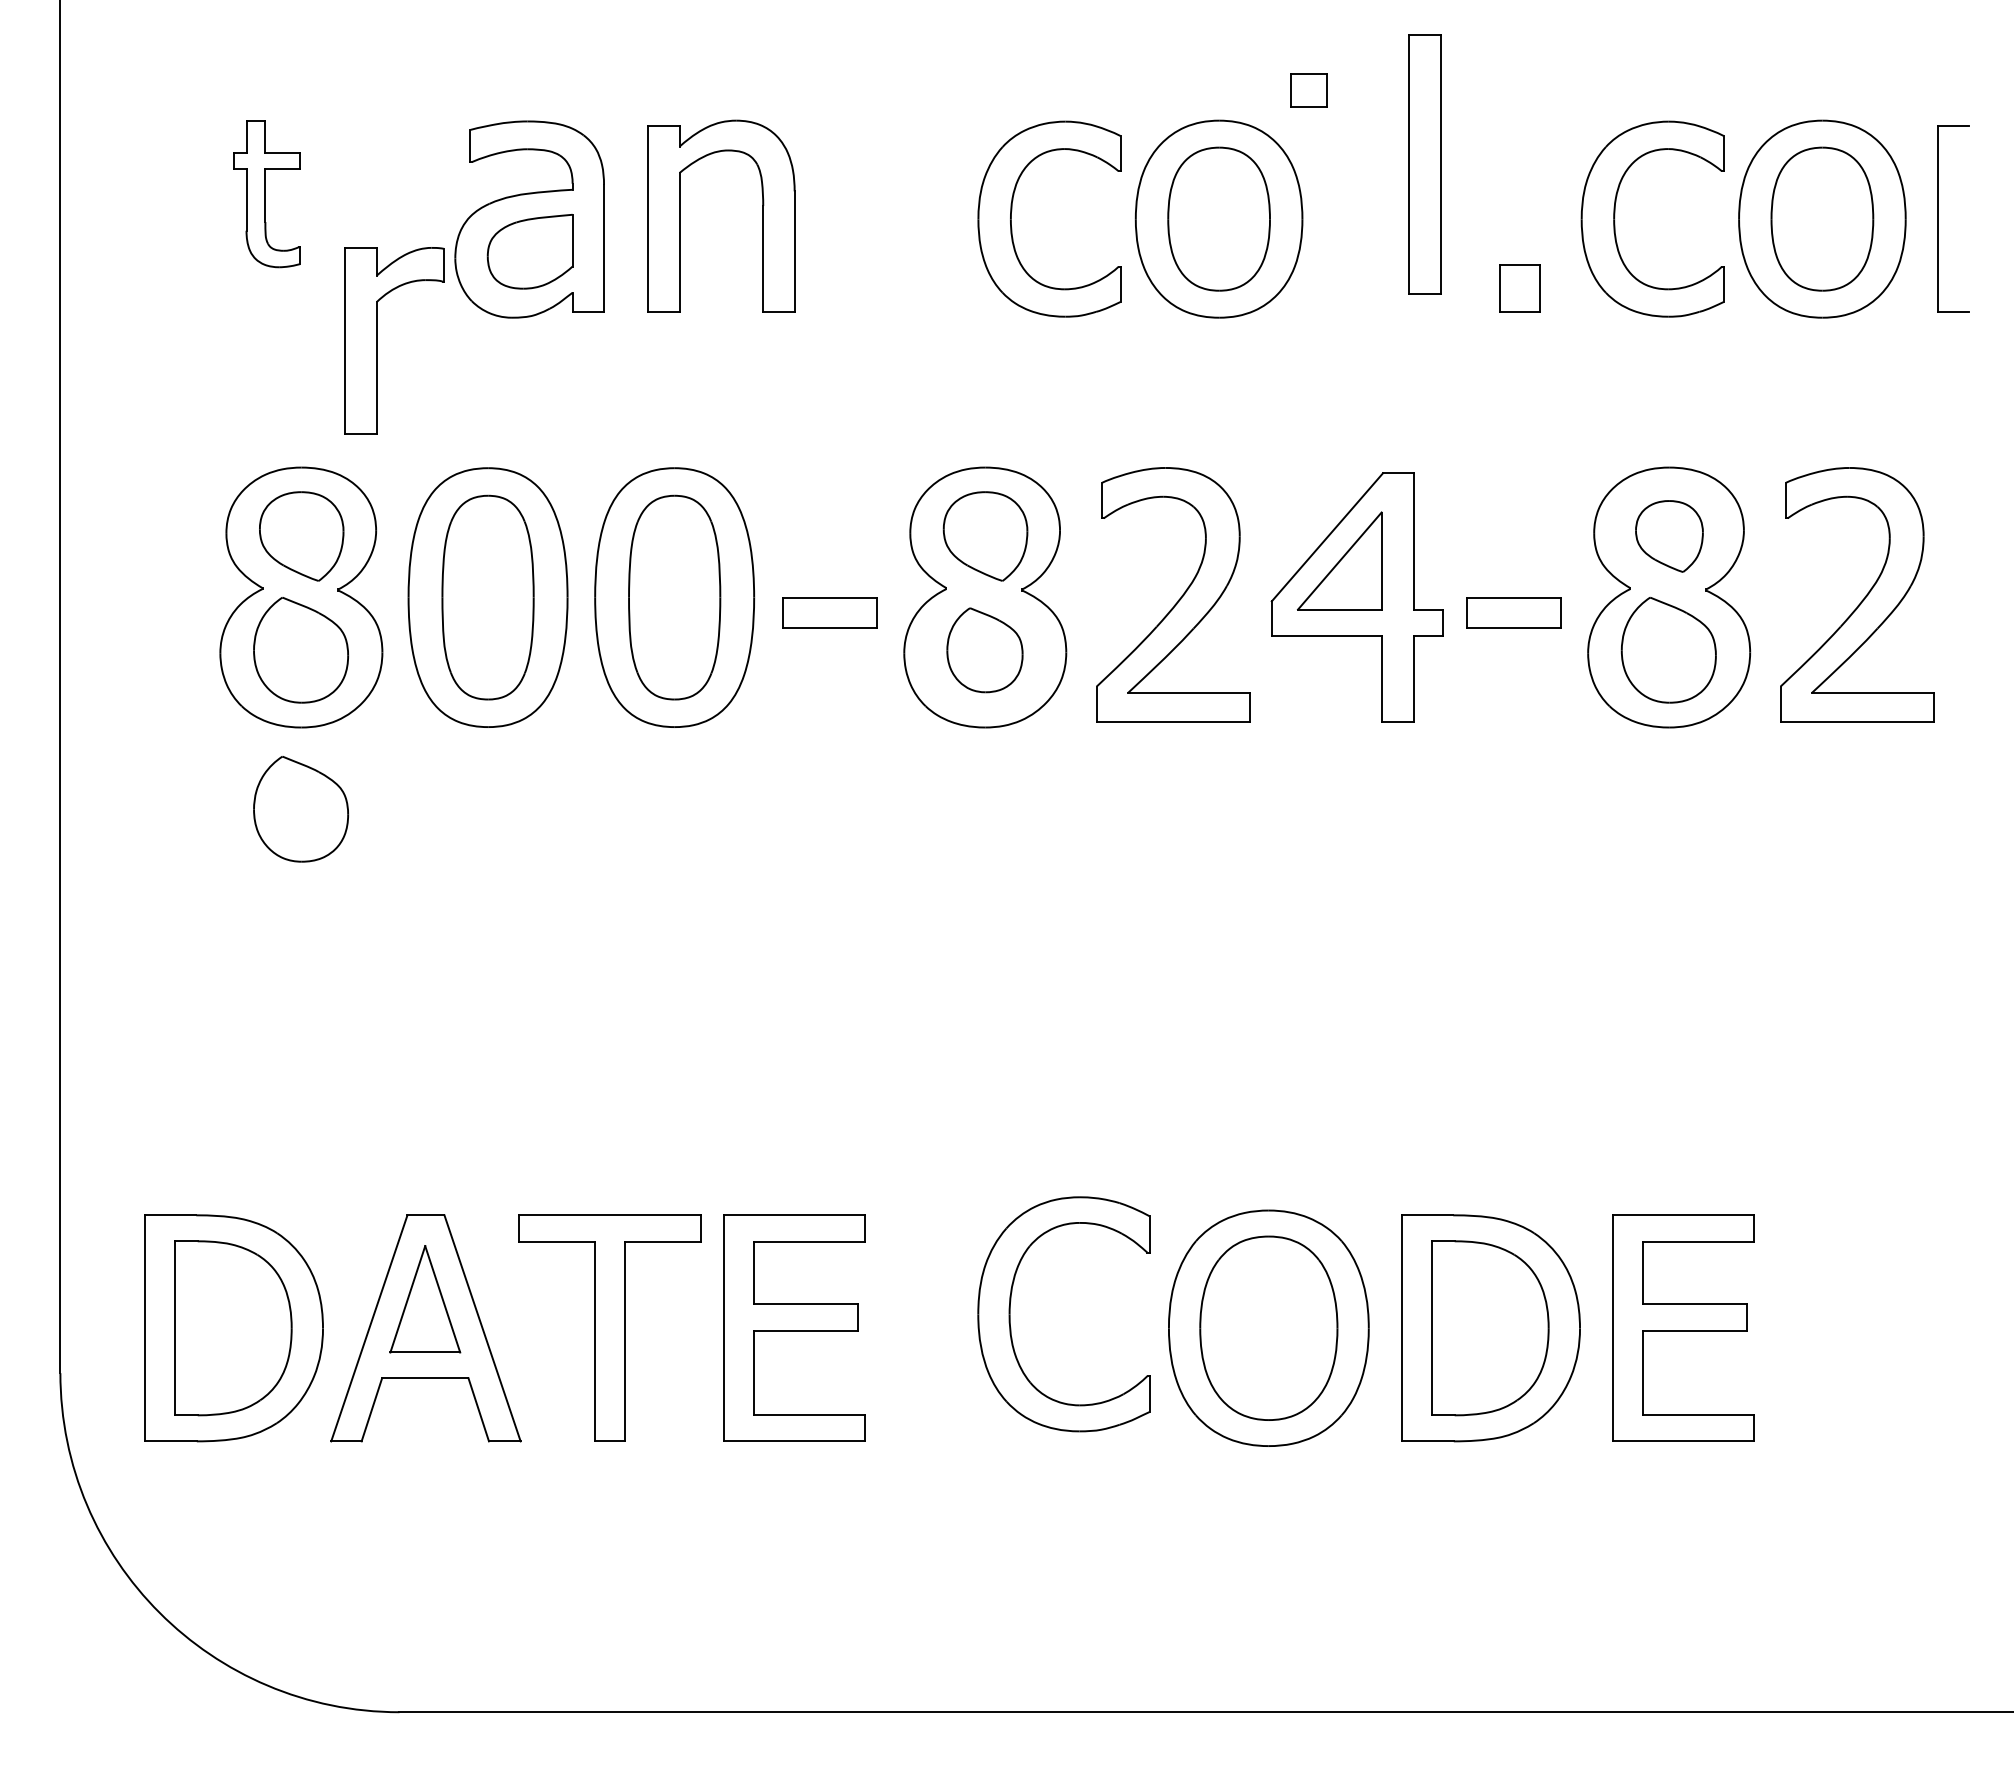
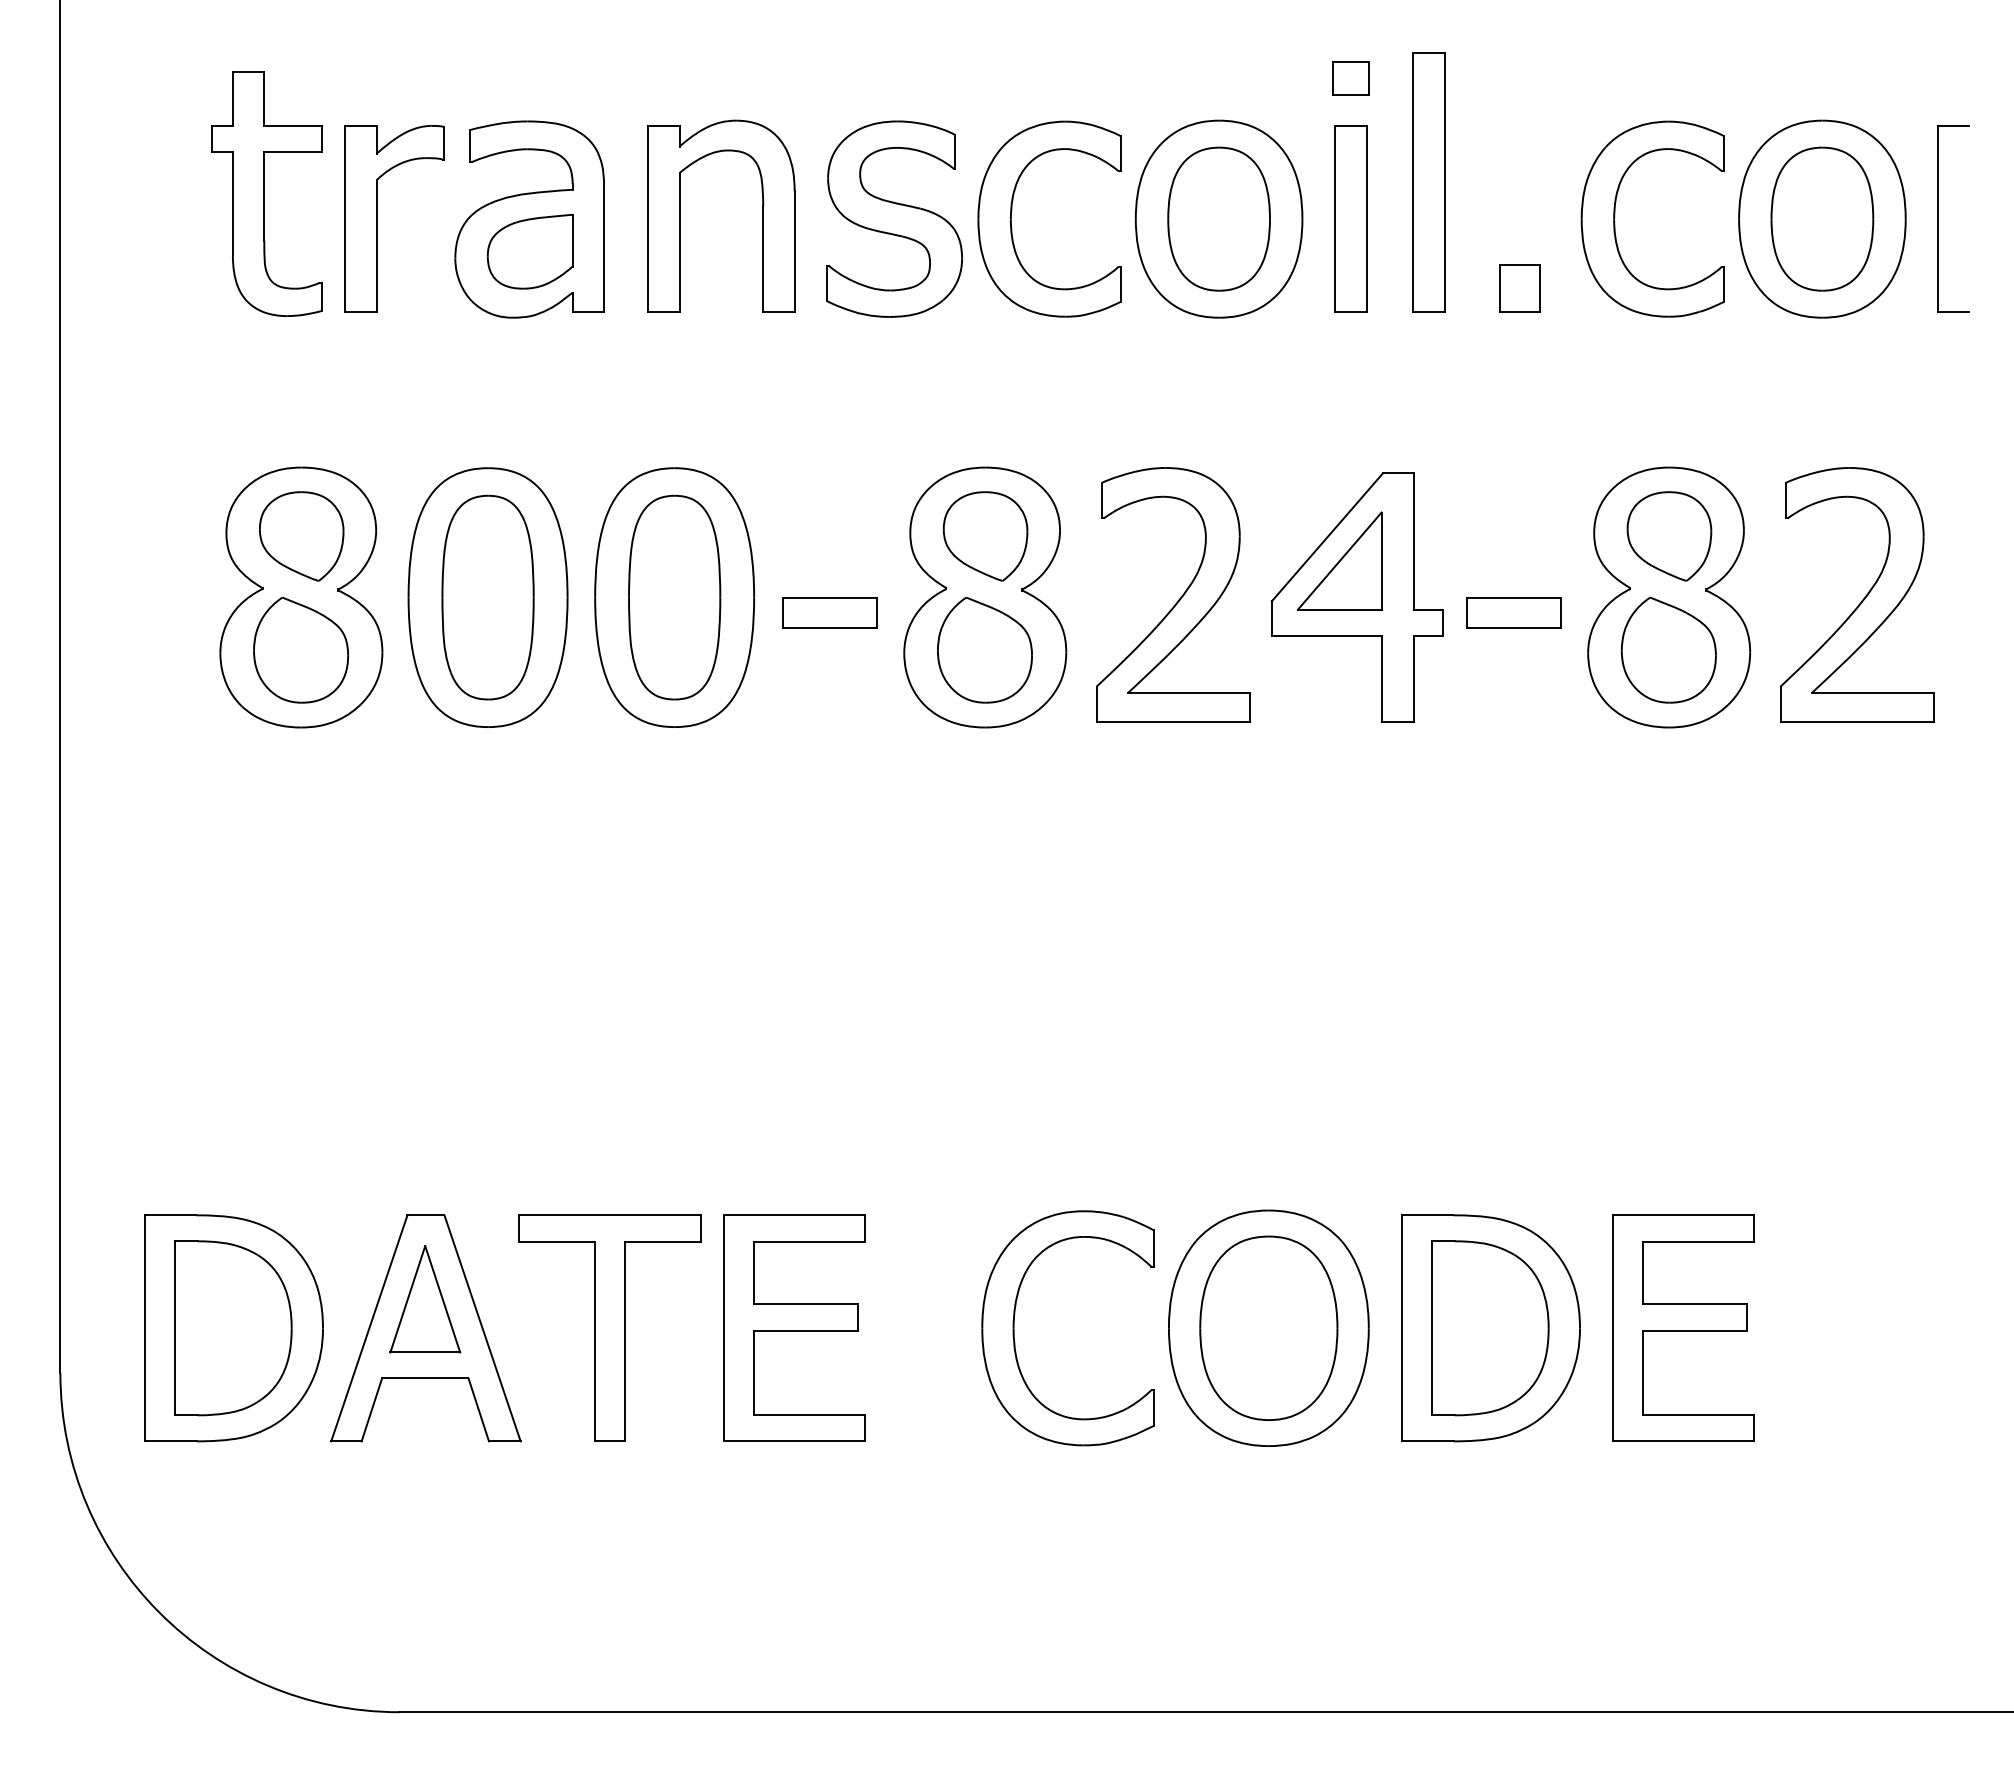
part at (1308, 90) position: (1308, 90) -> (1350, 78)
part at (1424, 164) position: (1424, 164) -> (1428, 182)
part at (266, 194) size: 68x149 px -> 112x246 px
part at (894, 218): none -> present
part at (1350, 218): none -> present
part at (377, 340) position: (377, 340) -> (377, 218)
part at (1669, 536) size: 69x73 px -> 87x91 px
part at (984, 650) size: 78x87 px -> 96x107 px
part at (300, 809): present -> none
part at (1010, 1314) position: (1010, 1314) -> (1014, 1328)
